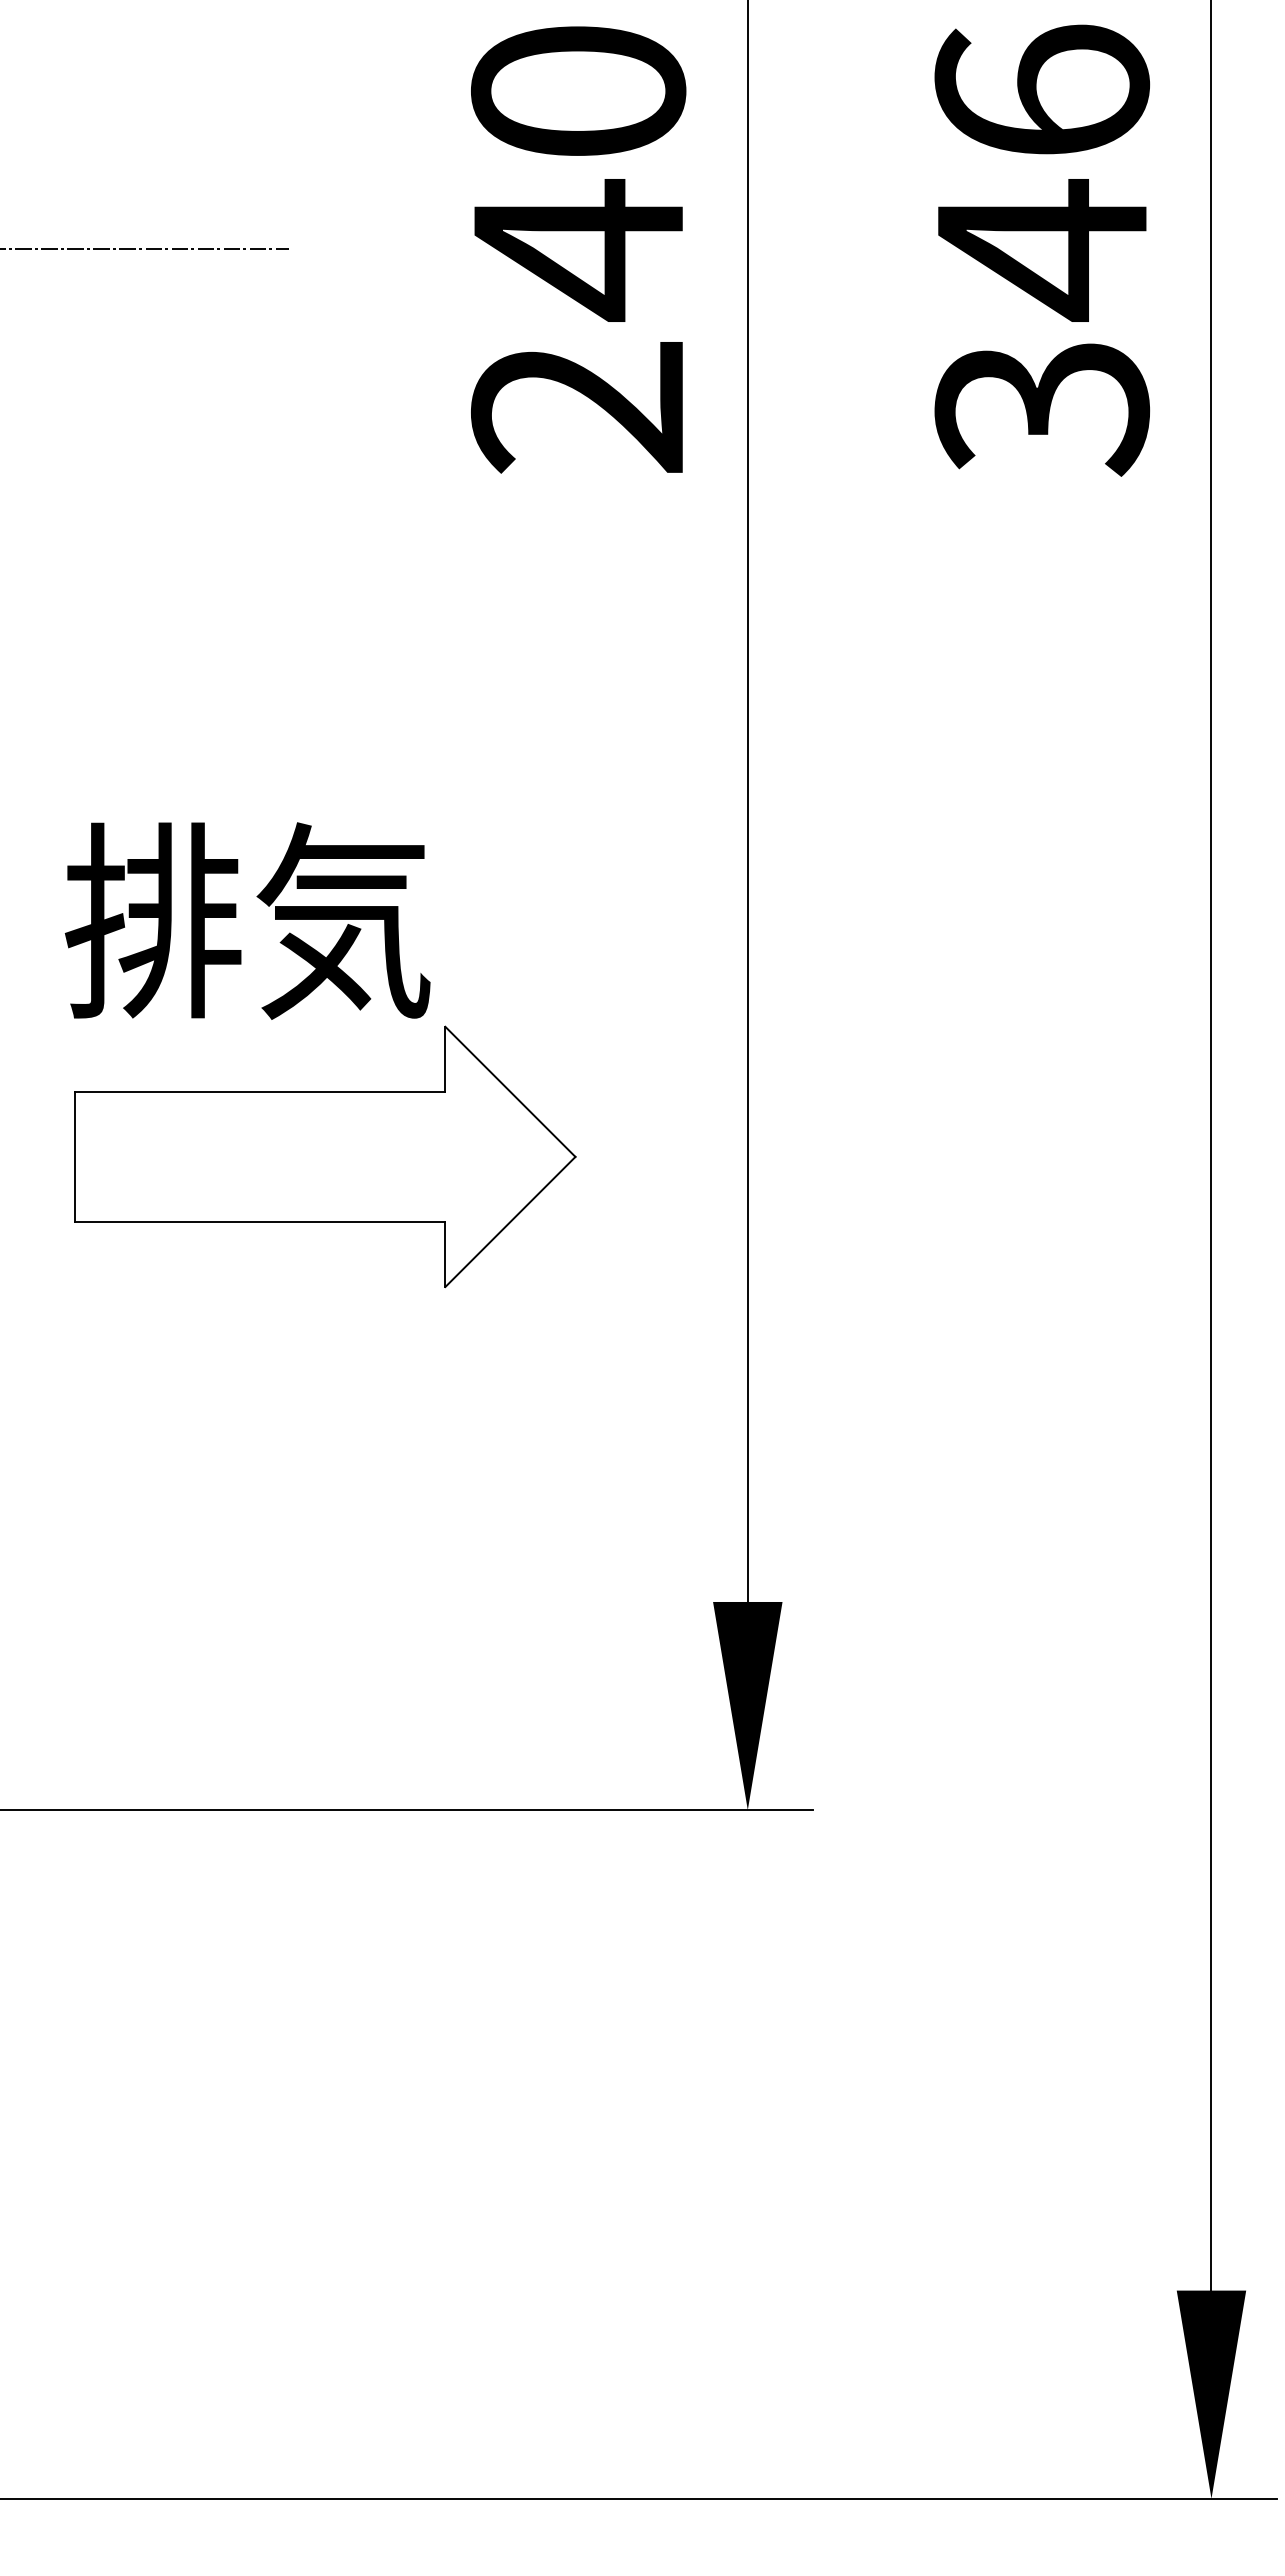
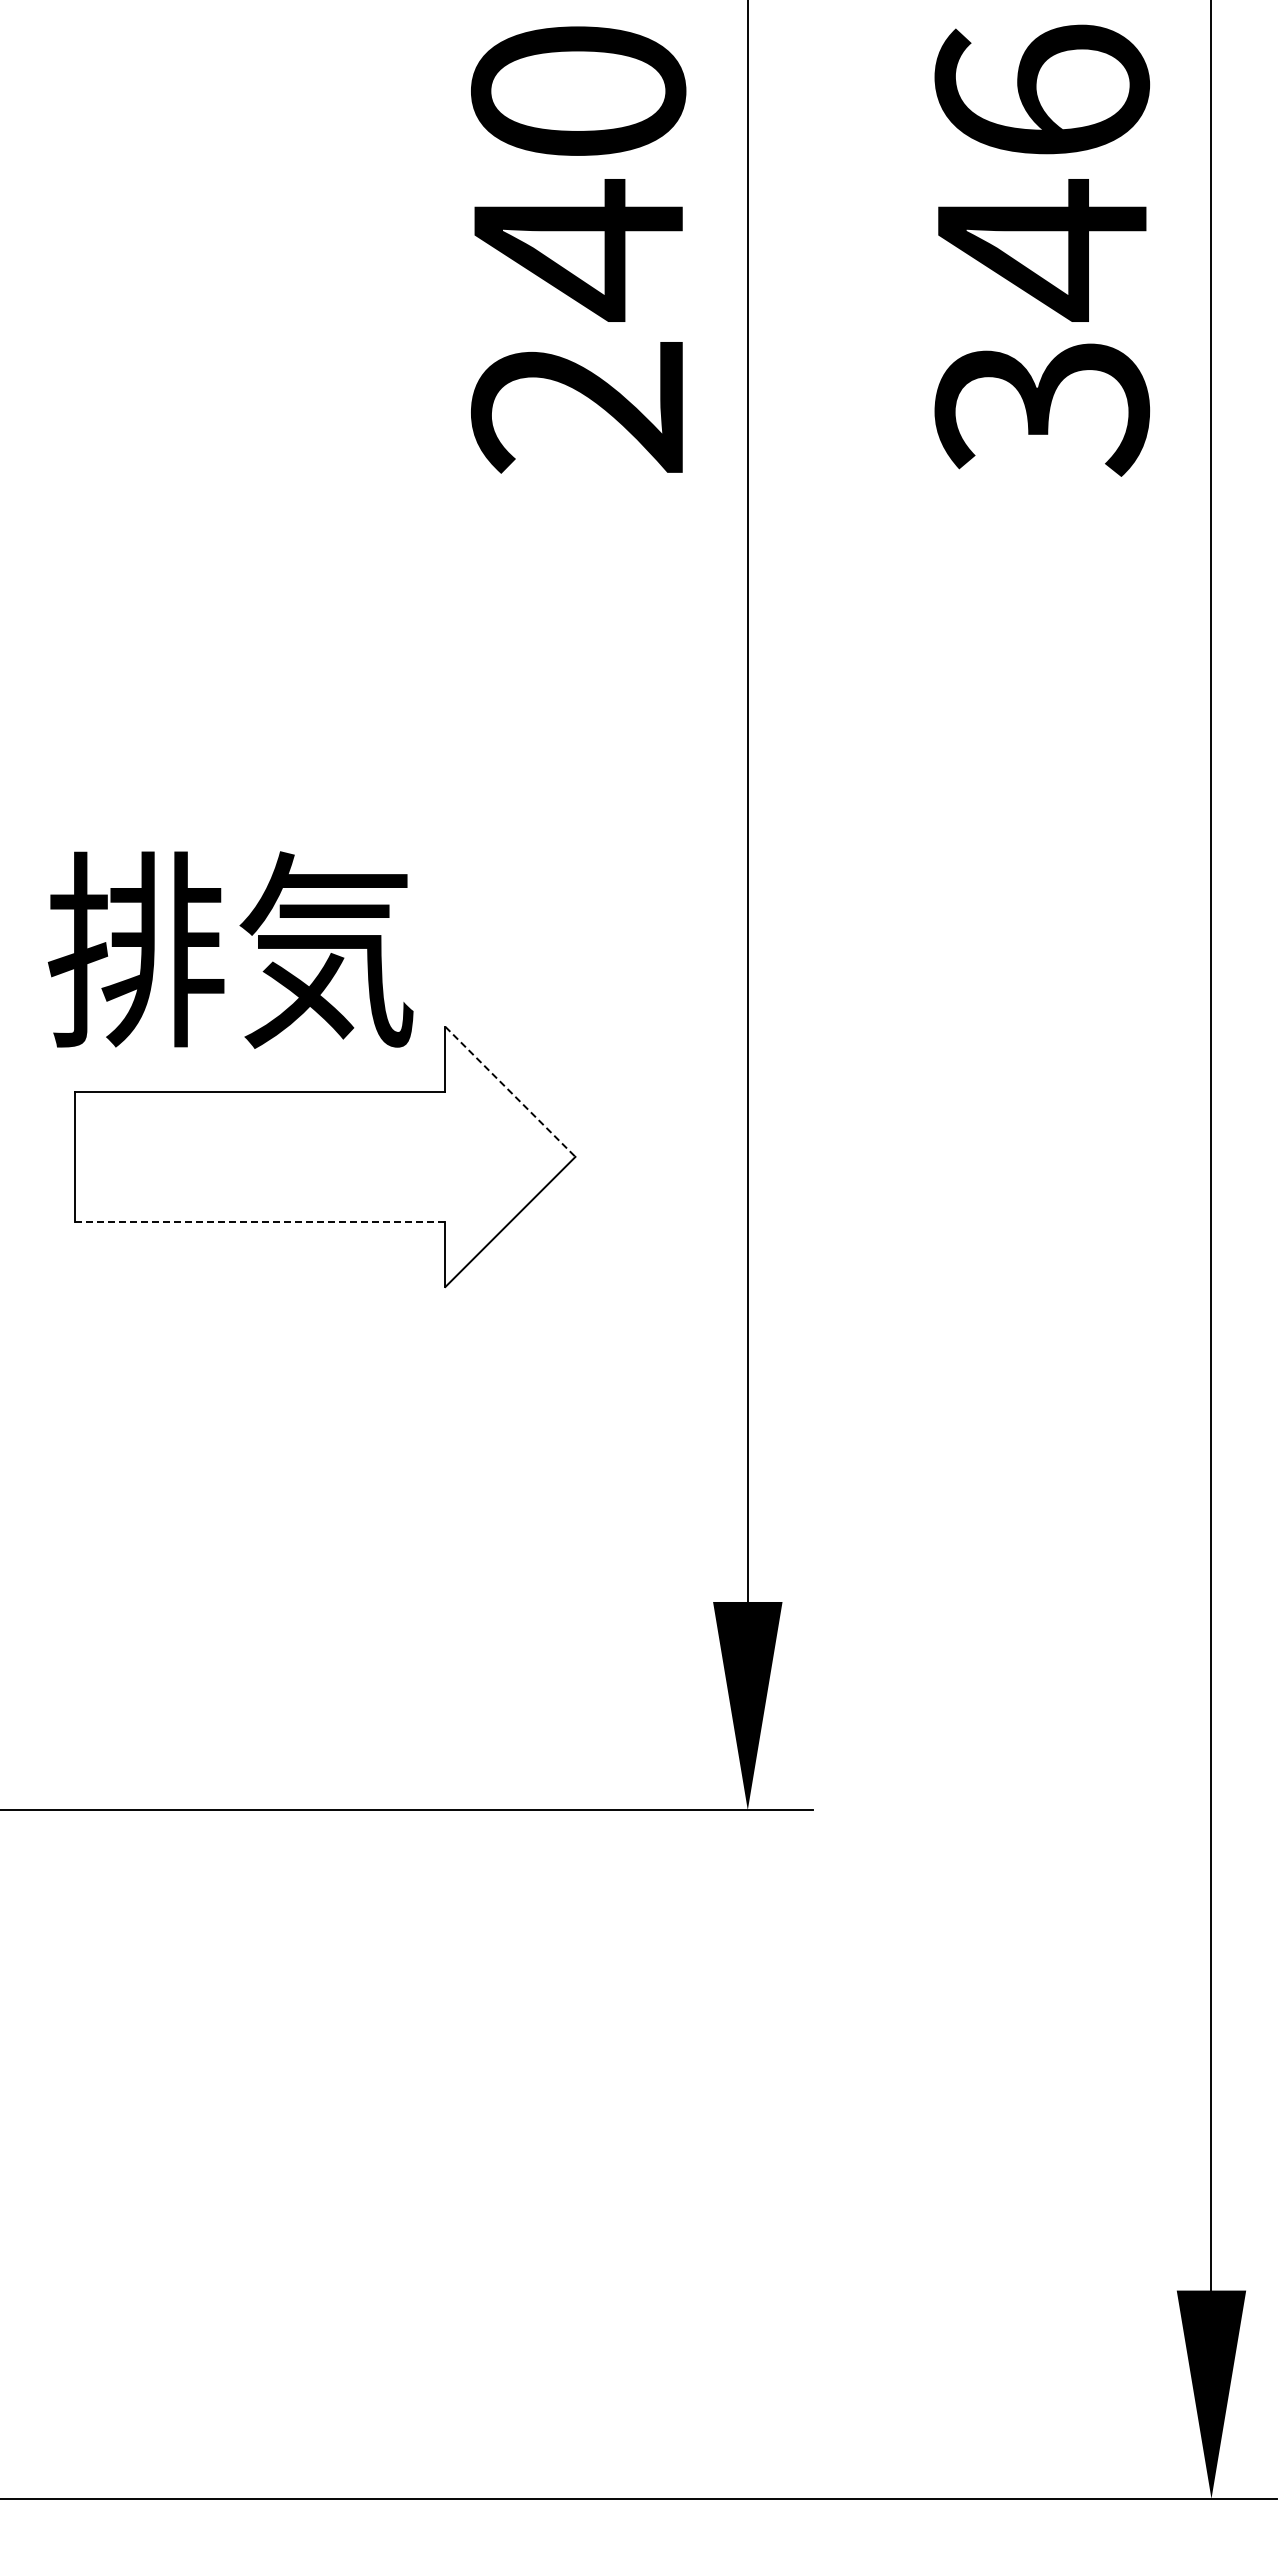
line at (145, 248): present -> none
text at (247, 920) position: (247, 920) -> (230, 949)
line at (510, 1091): solid -> dashed
line at (260, 1221): solid -> dashed
